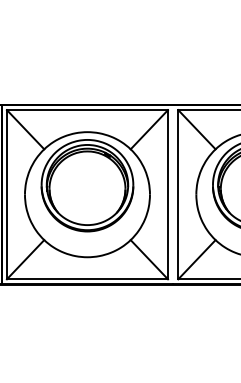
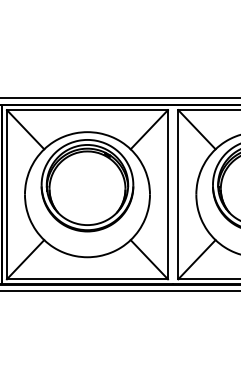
line at (119, 98): none -> present
line at (119, 291): none -> present
